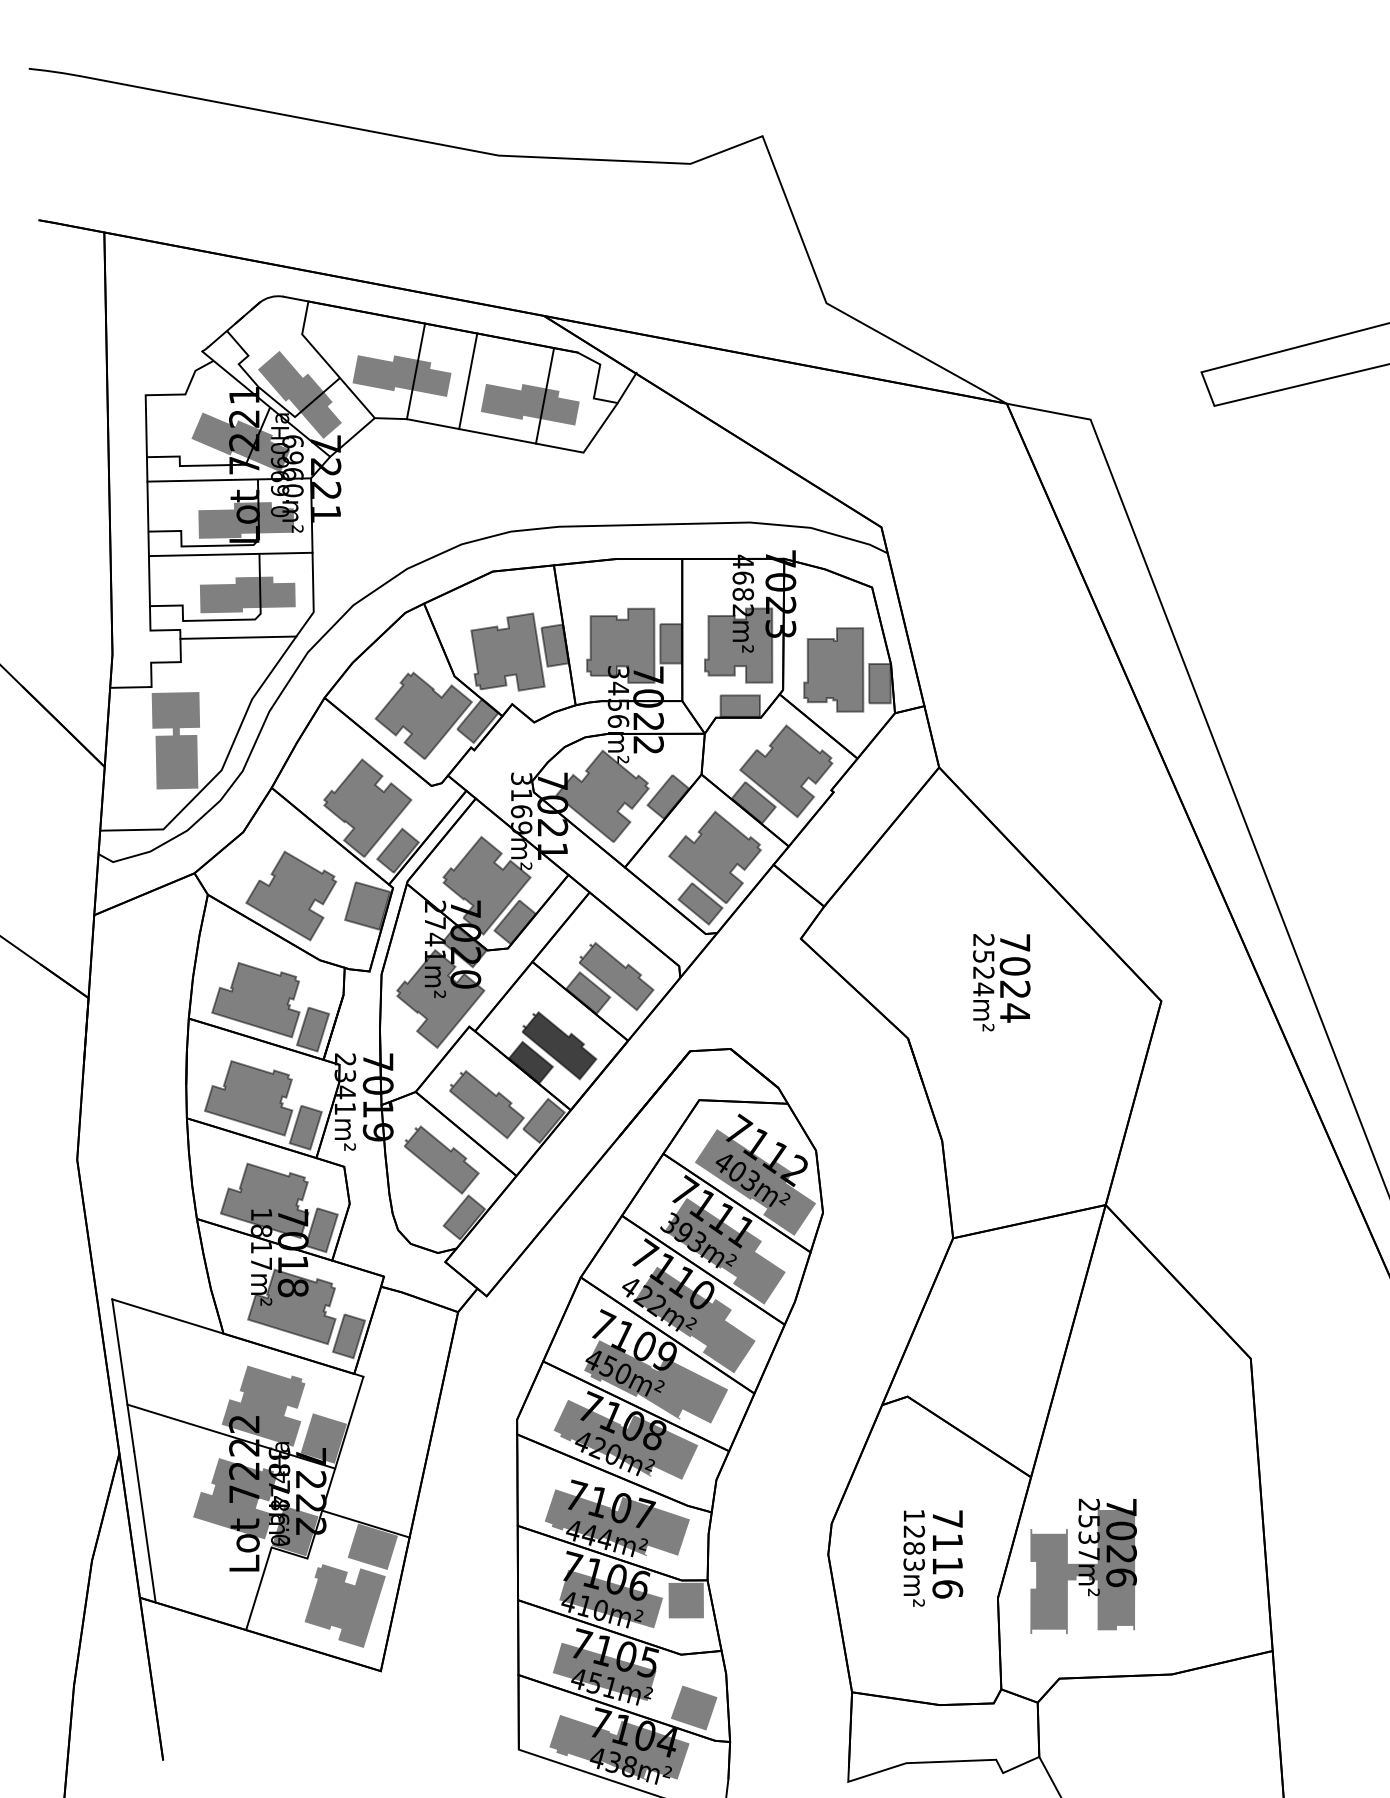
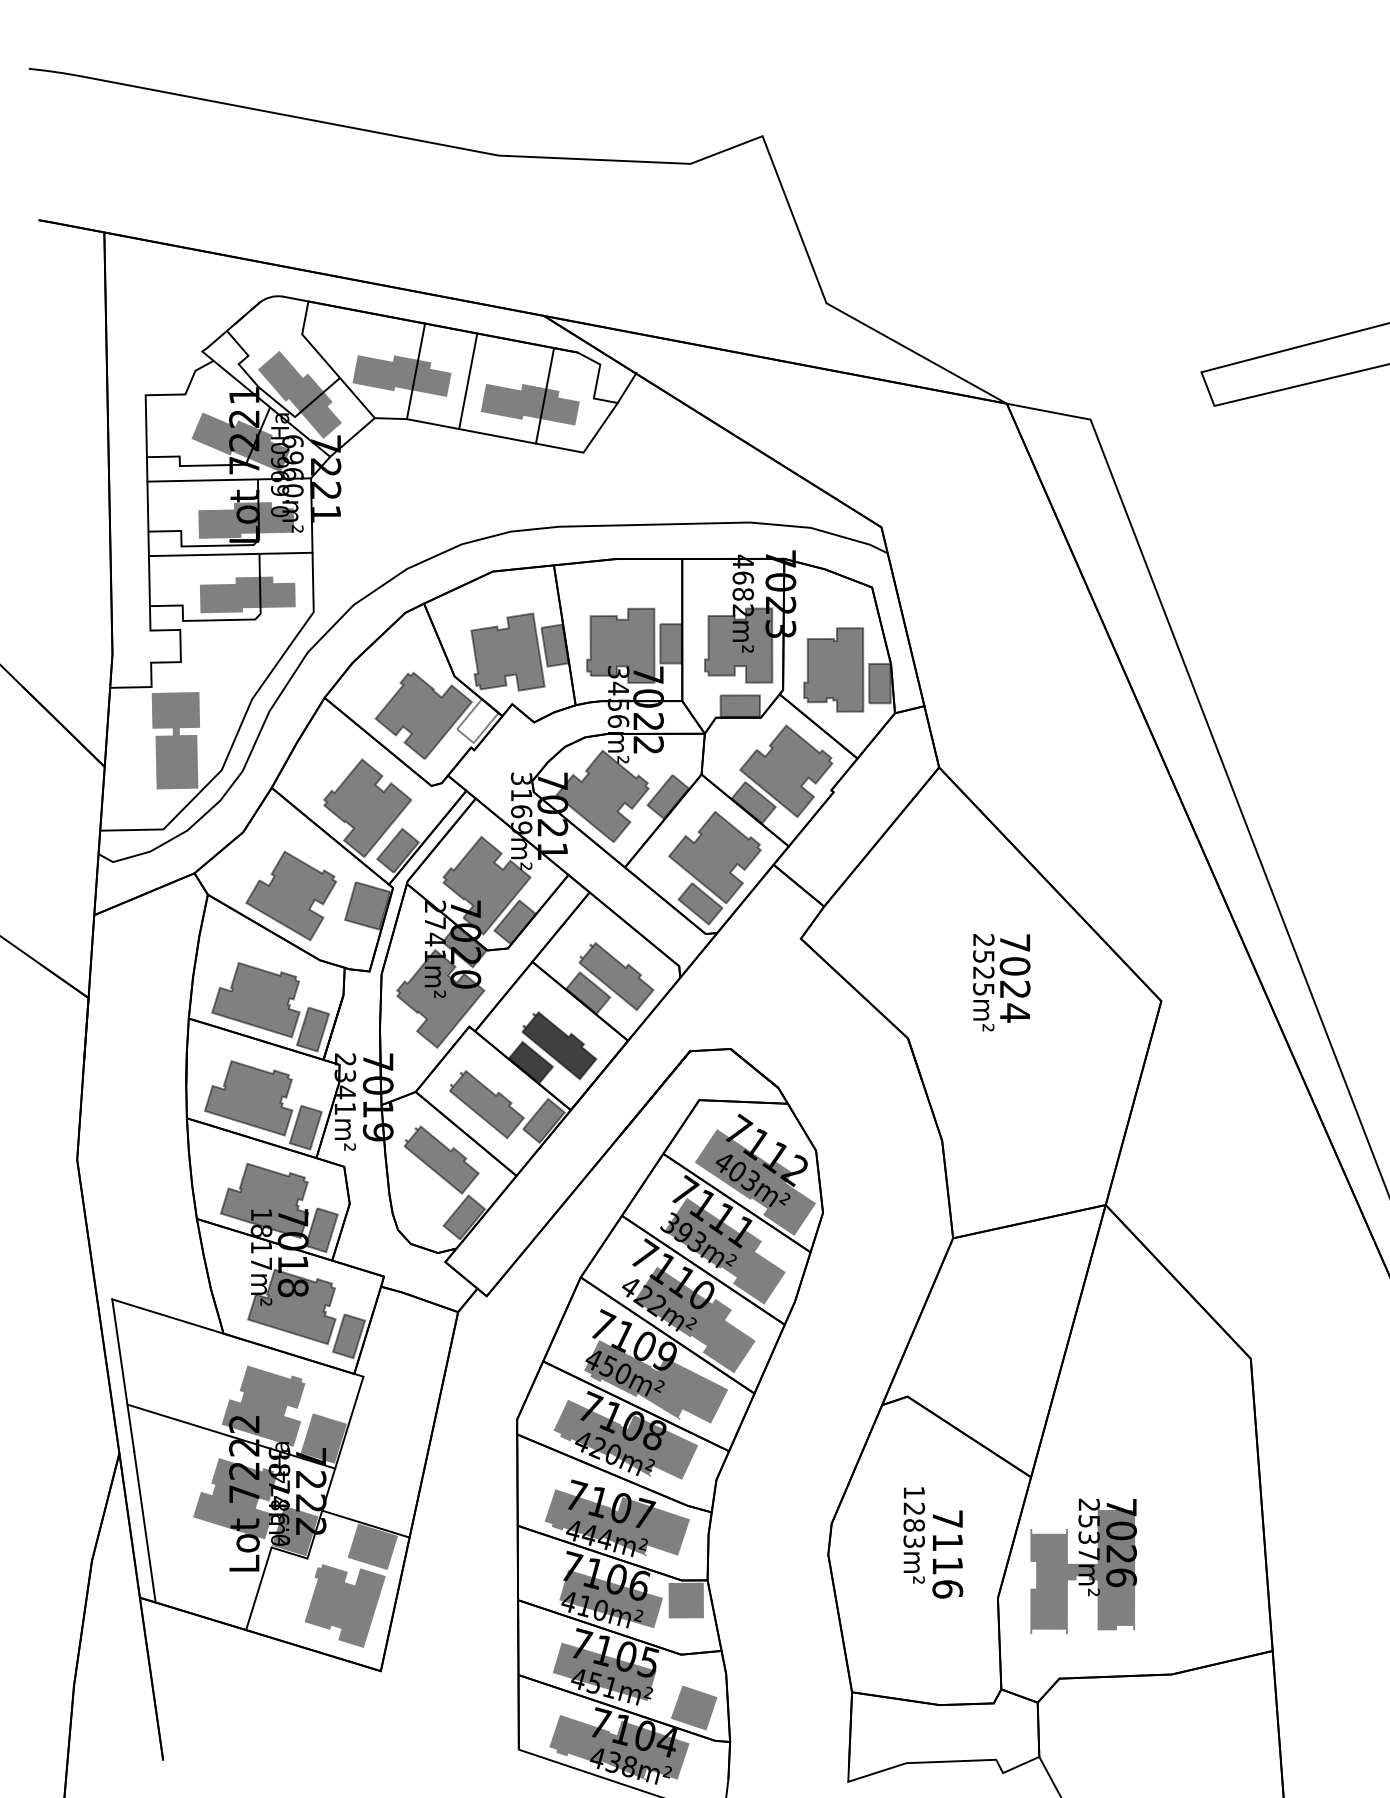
line at (238, 637): present -> none
fill at (477, 720): present -> none
text at (983, 989): 2524m² -> 2525m²
text at (913, 1558) position: (913, 1558) -> (913, 1535)
